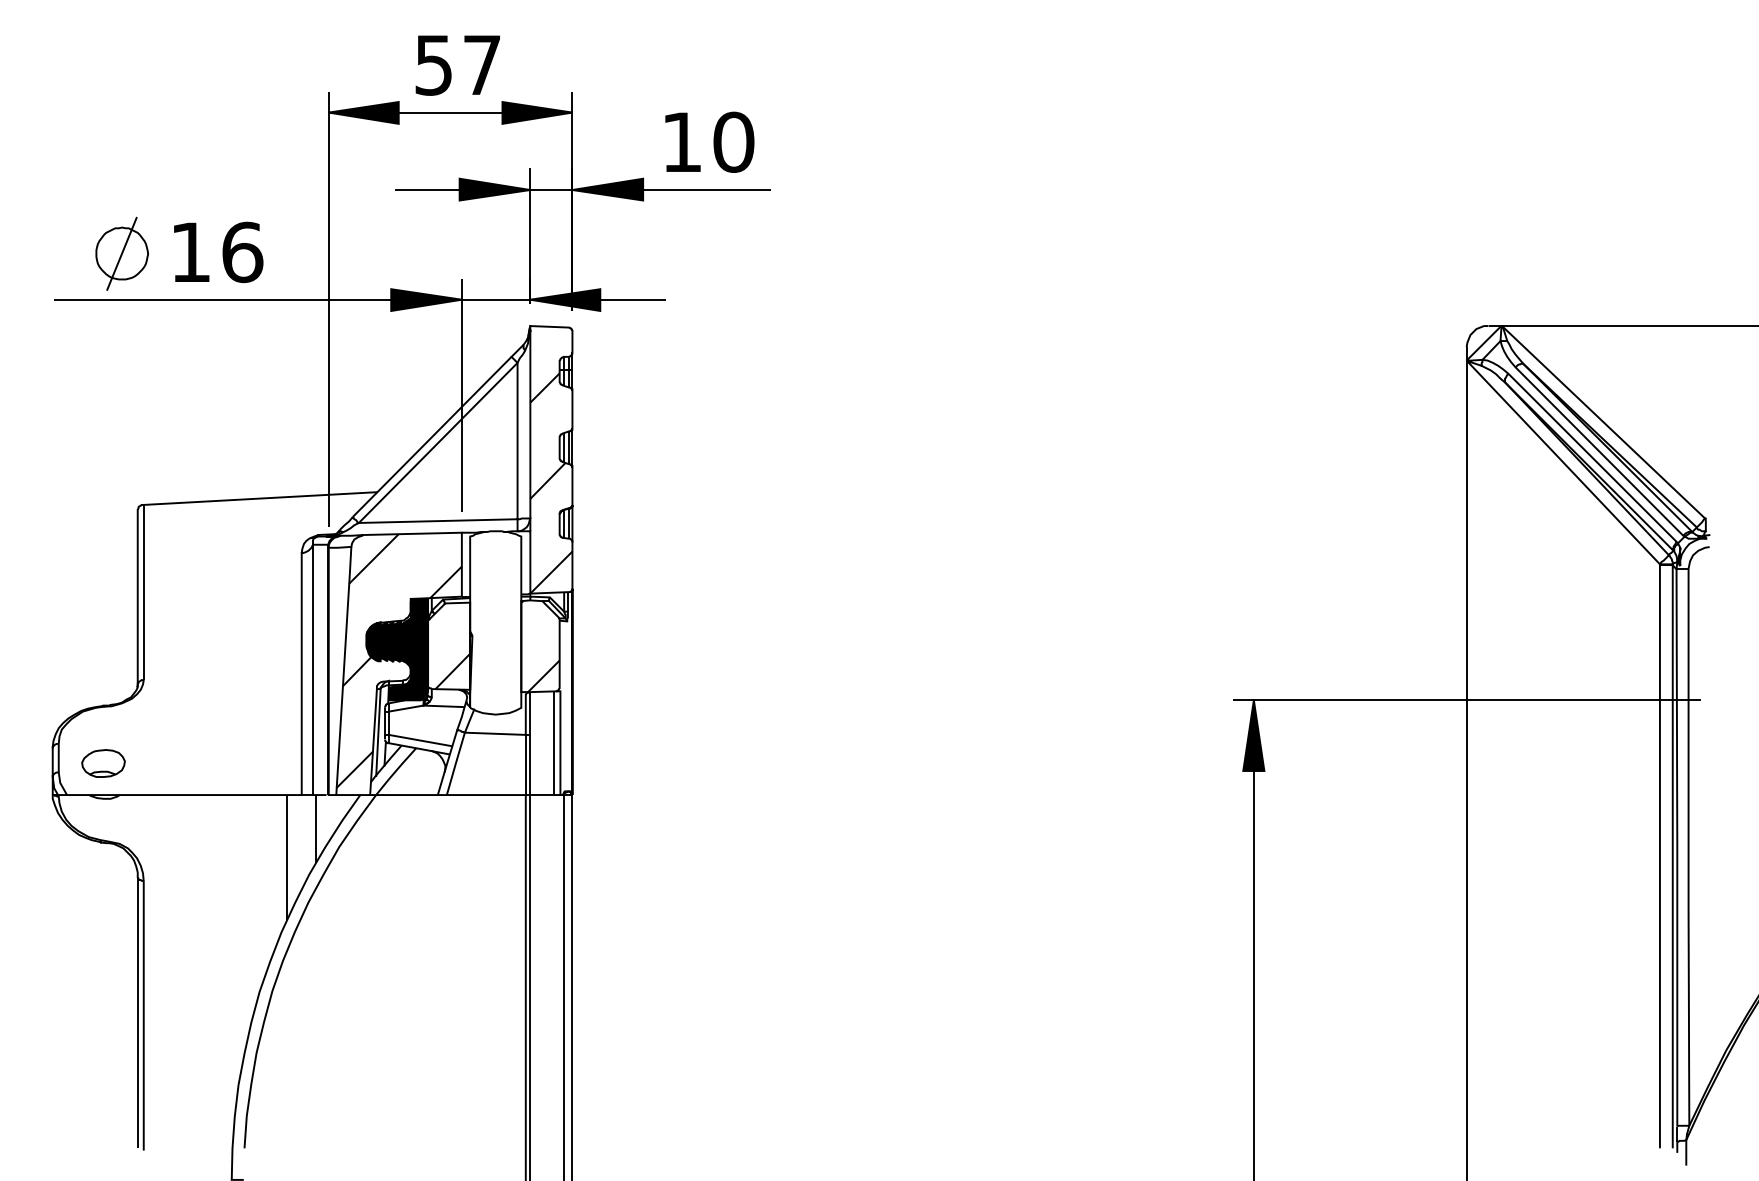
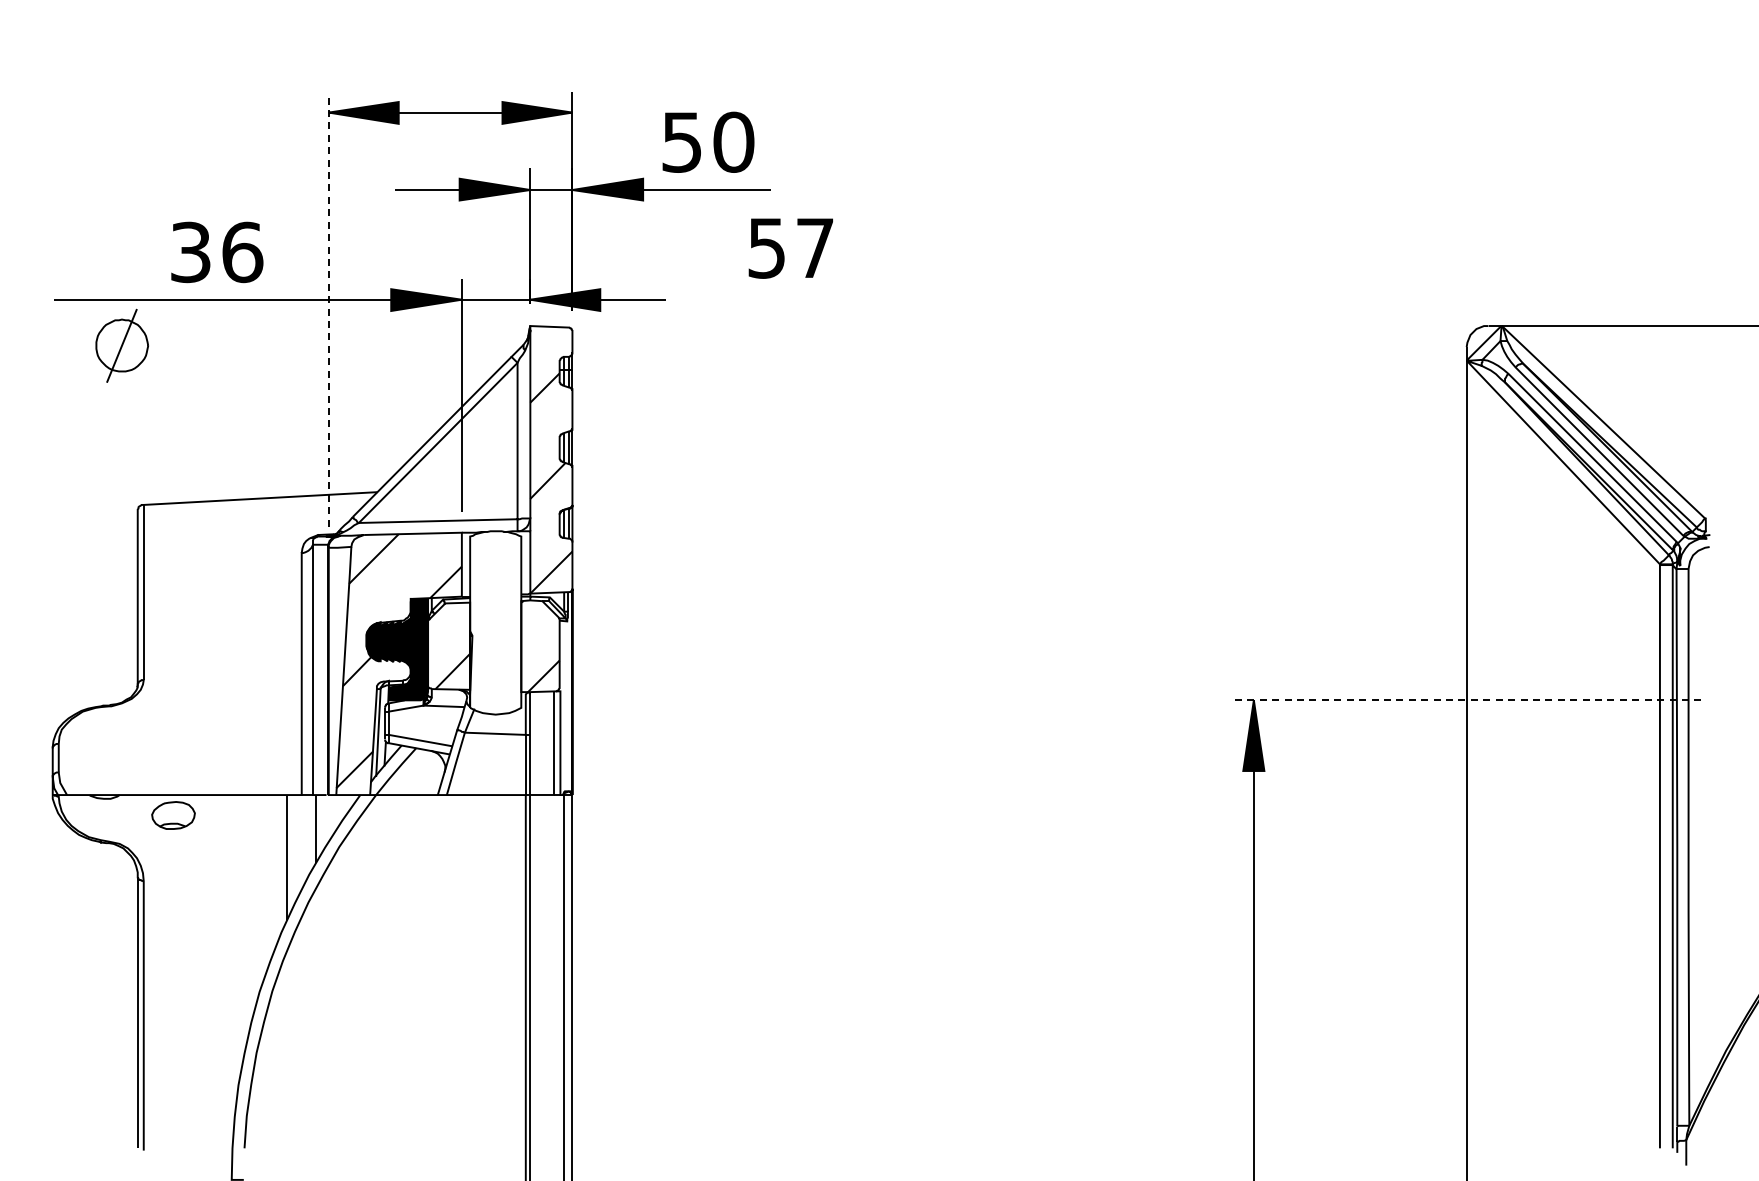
text at (457, 65) position: (457, 65) -> (790, 248)
text at (681, 142): 10 -> 50
text at (190, 252): 16 -> 36
part at (121, 253) position: (121, 253) -> (121, 345)
line at (328, 309): solid -> dashed
line at (1466, 700): solid -> dashed
part at (103, 763) position: (103, 763) -> (173, 815)
